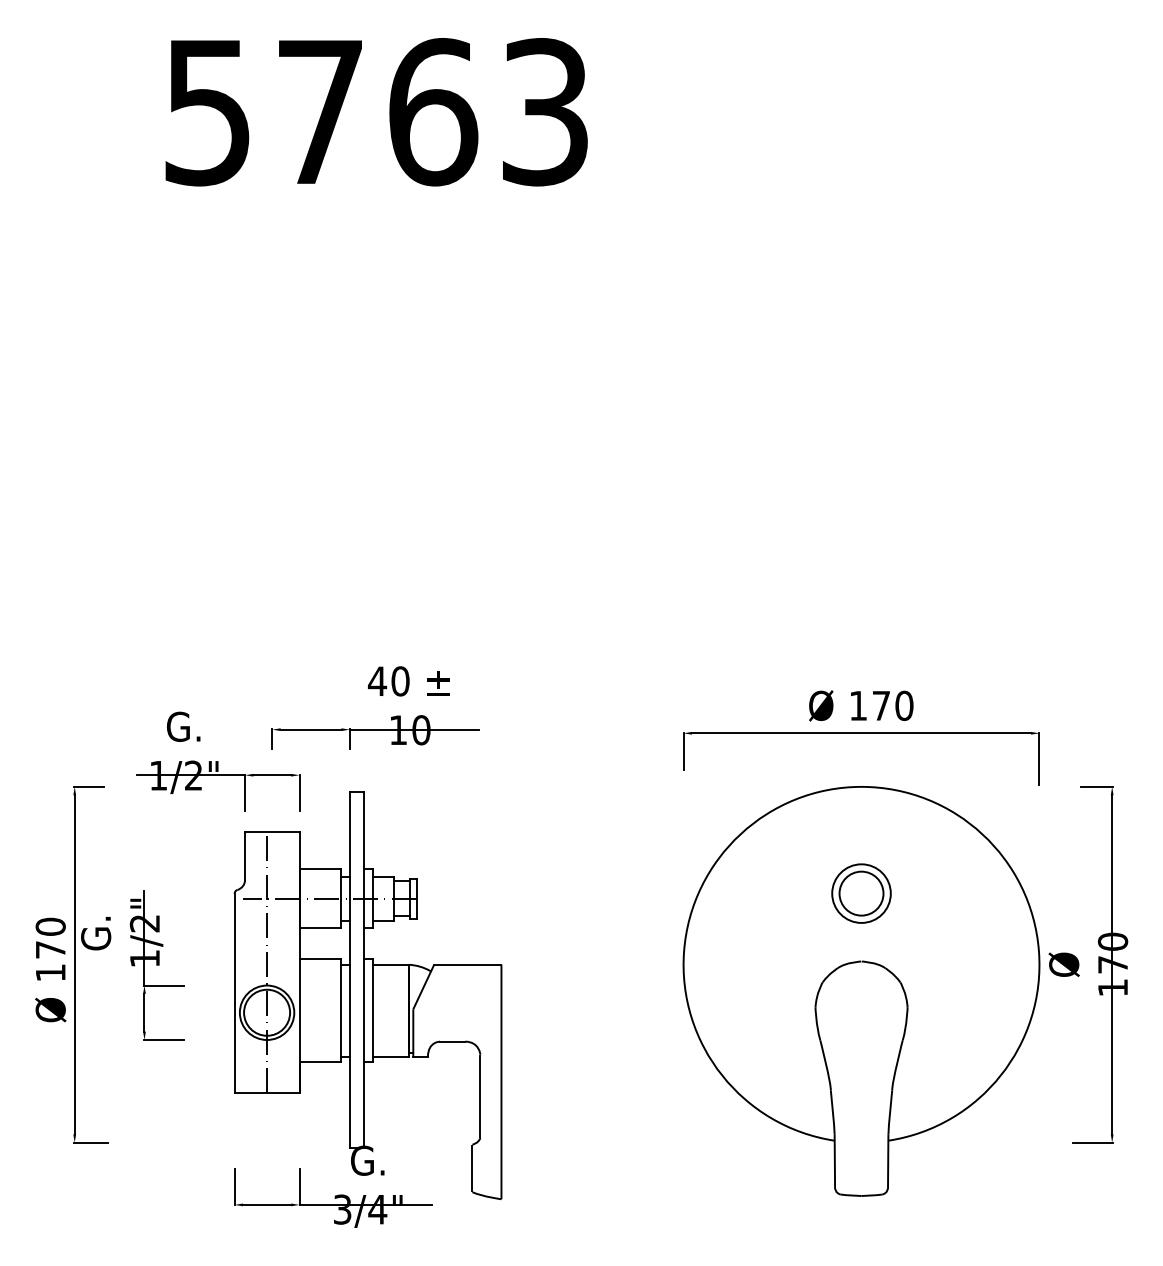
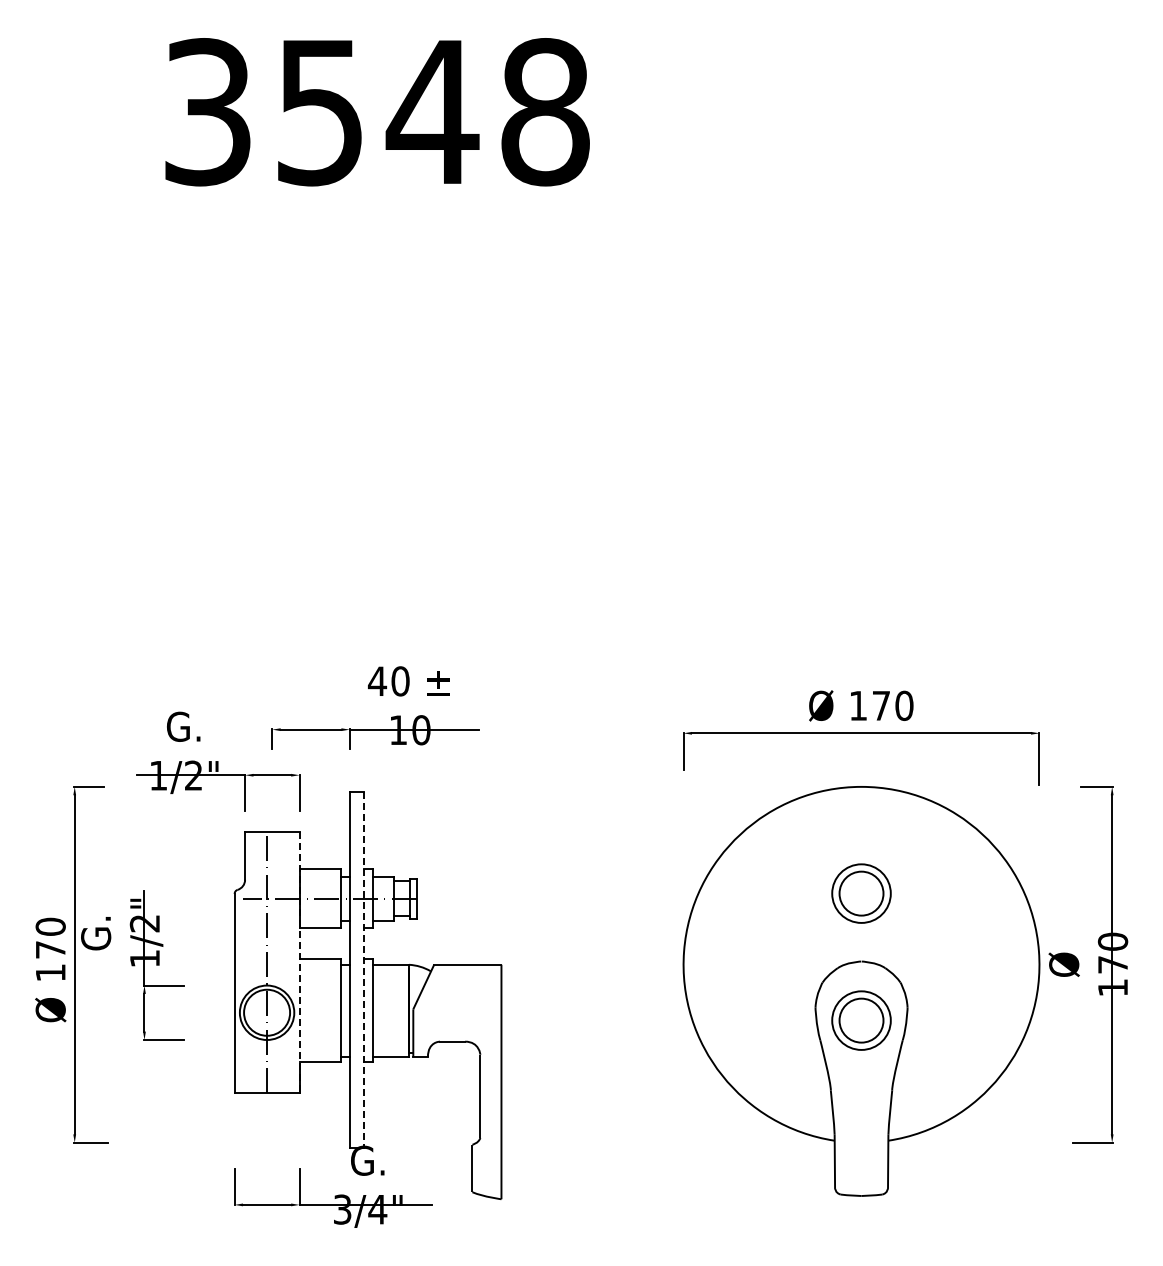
text at (377, 112): 5763 -> 3548
line at (299, 962): solid -> dashed
line at (364, 969): solid -> dashed
part at (861, 1020): none -> present
